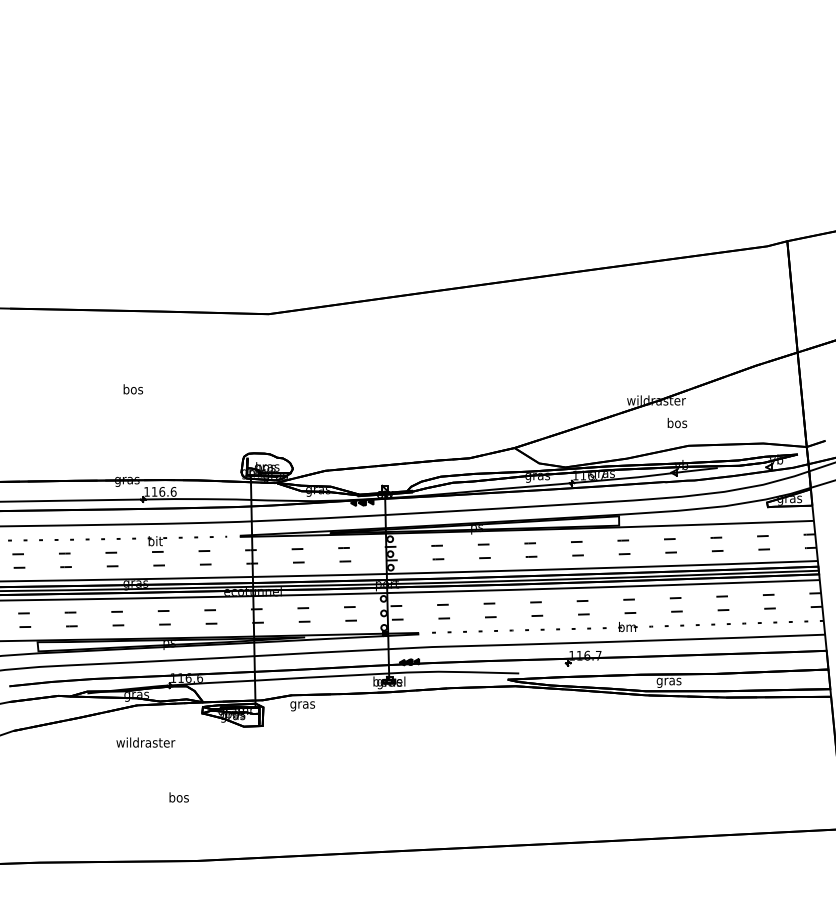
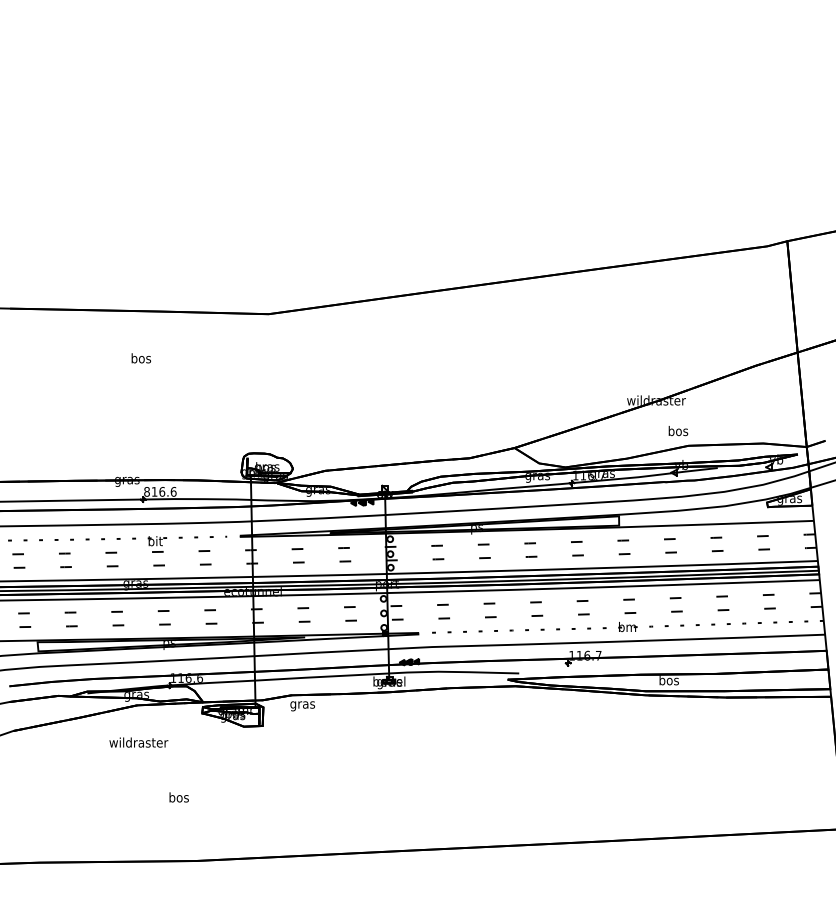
text at (132, 389) position: (132, 389) -> (140, 358)
text at (677, 423) position: (677, 423) -> (678, 431)
text at (146, 491): 116.6 -> 816.6
text at (668, 681): gras -> bos
text at (145, 742) position: (145, 742) -> (138, 742)
